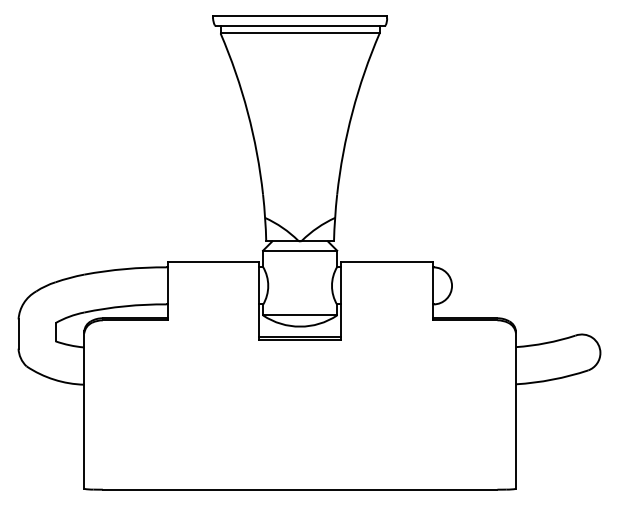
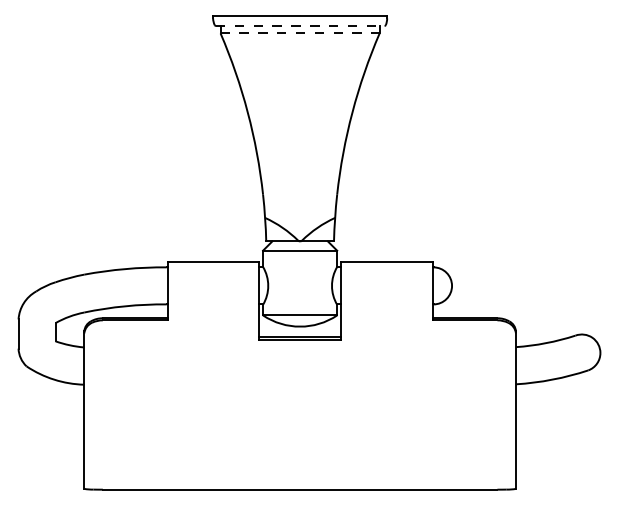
line at (300, 25): solid -> dashed
line at (300, 33): solid -> dashed
